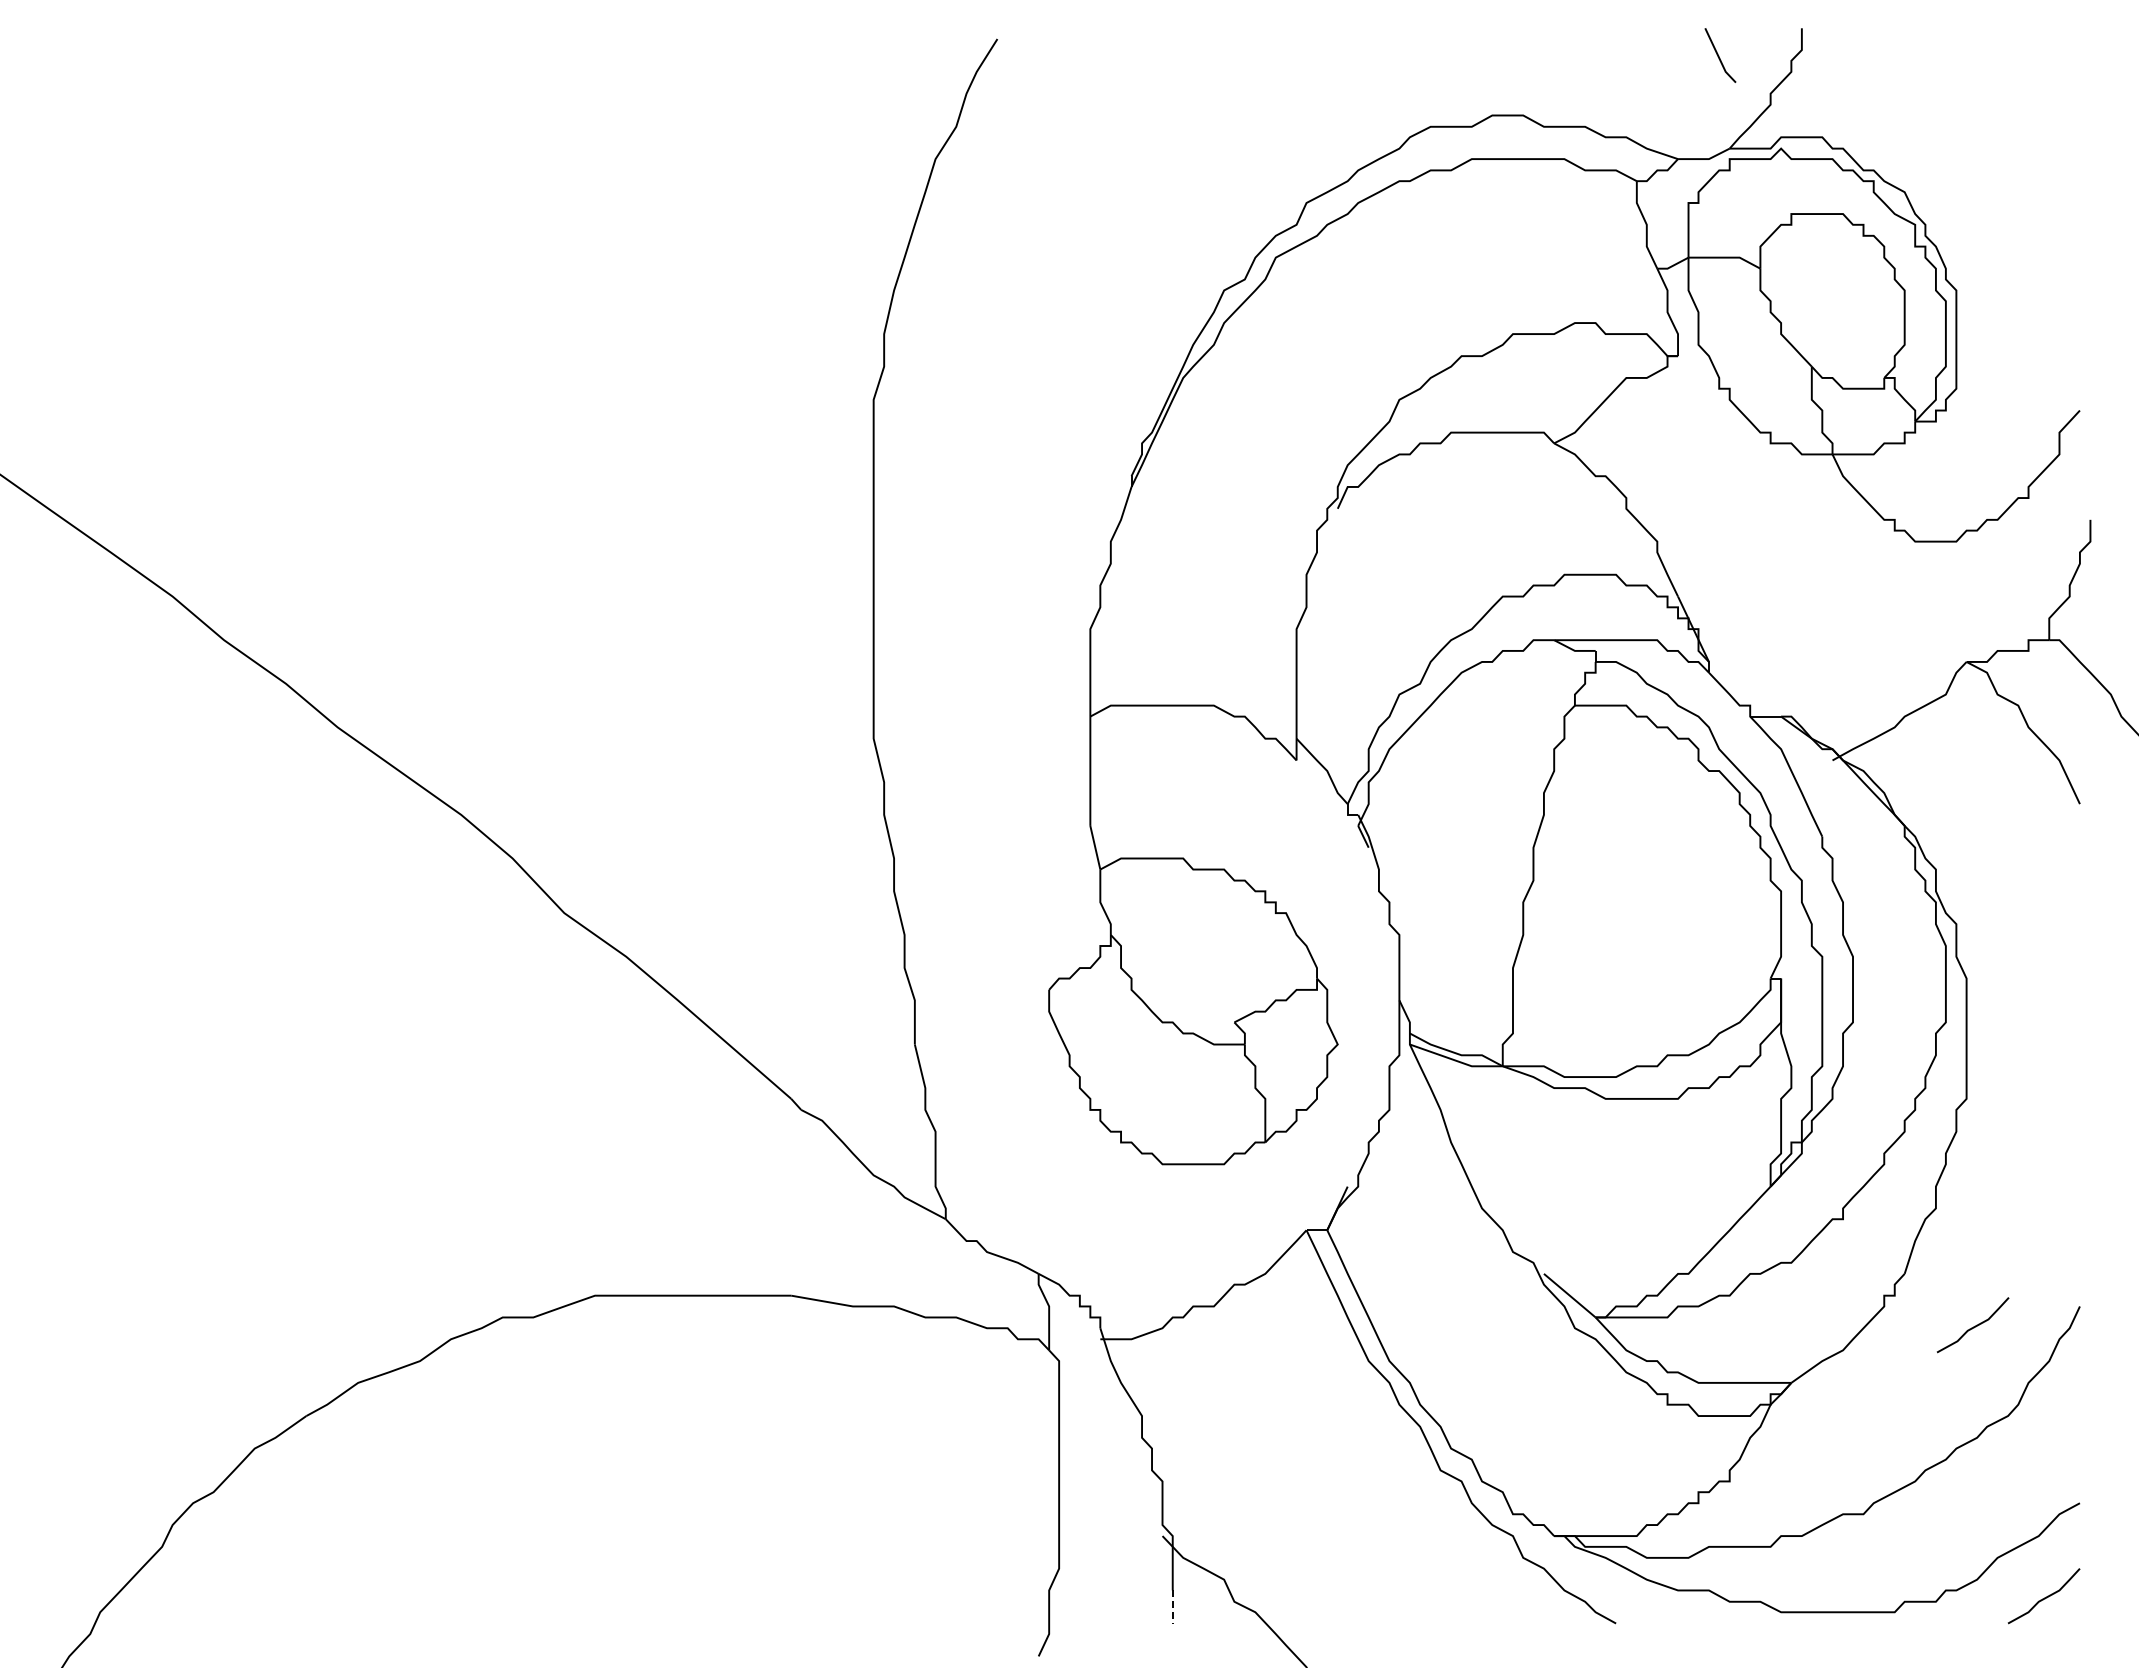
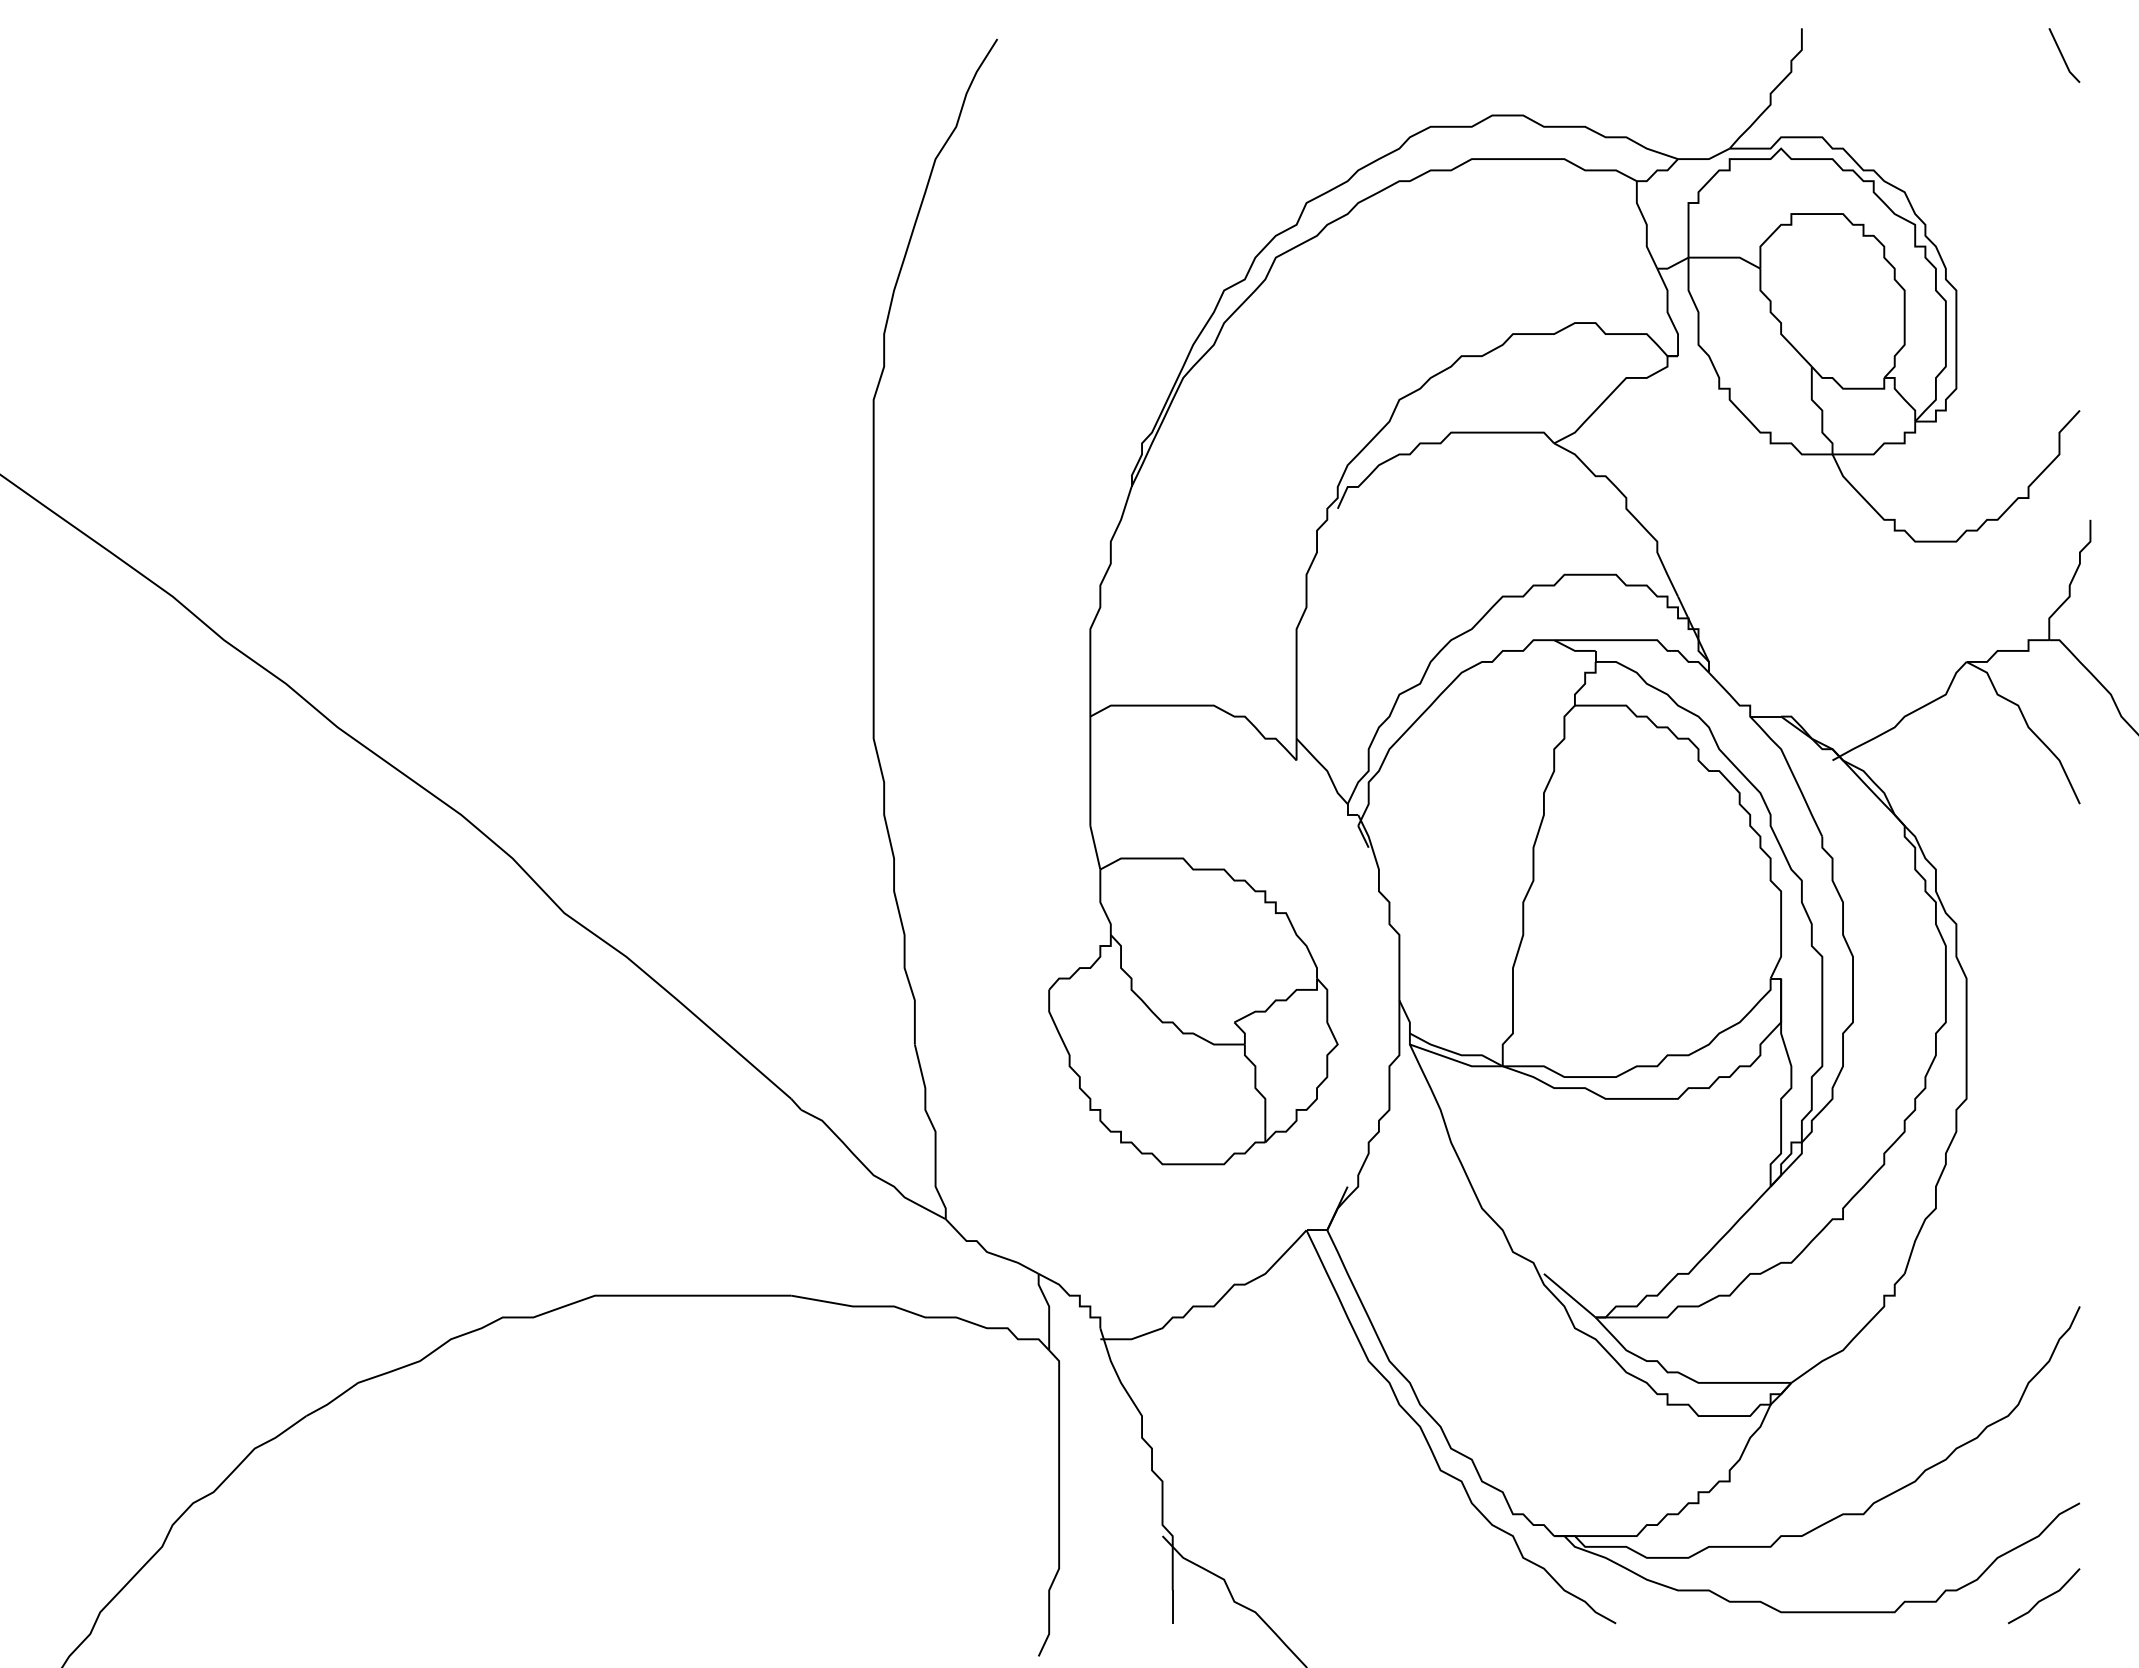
line at (1719, 56) position: (1719, 56) -> (2063, 56)
curve at (1973, 1326): present -> none
line at (1172, 1607): dashed -> solid
